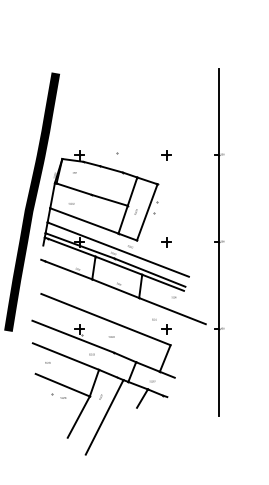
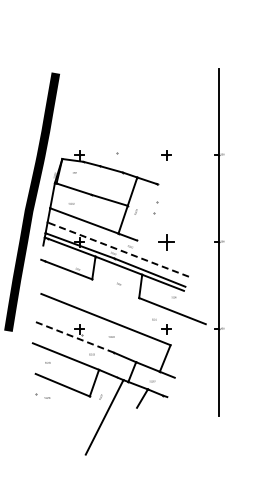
line at (147, 212): present -> none
part at (166, 242) size: 11x11 px -> 17x17 px
line at (118, 249): solid -> dashed
line at (115, 288): present -> none
line at (73, 336): solid -> dashed
part at (58, 395) position: (58, 395) -> (42, 395)
line at (78, 416): present -> none
